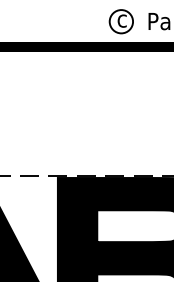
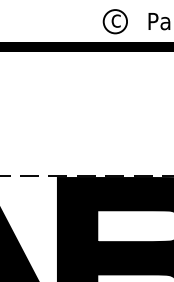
part at (120, 21) position: (120, 21) -> (114, 21)
